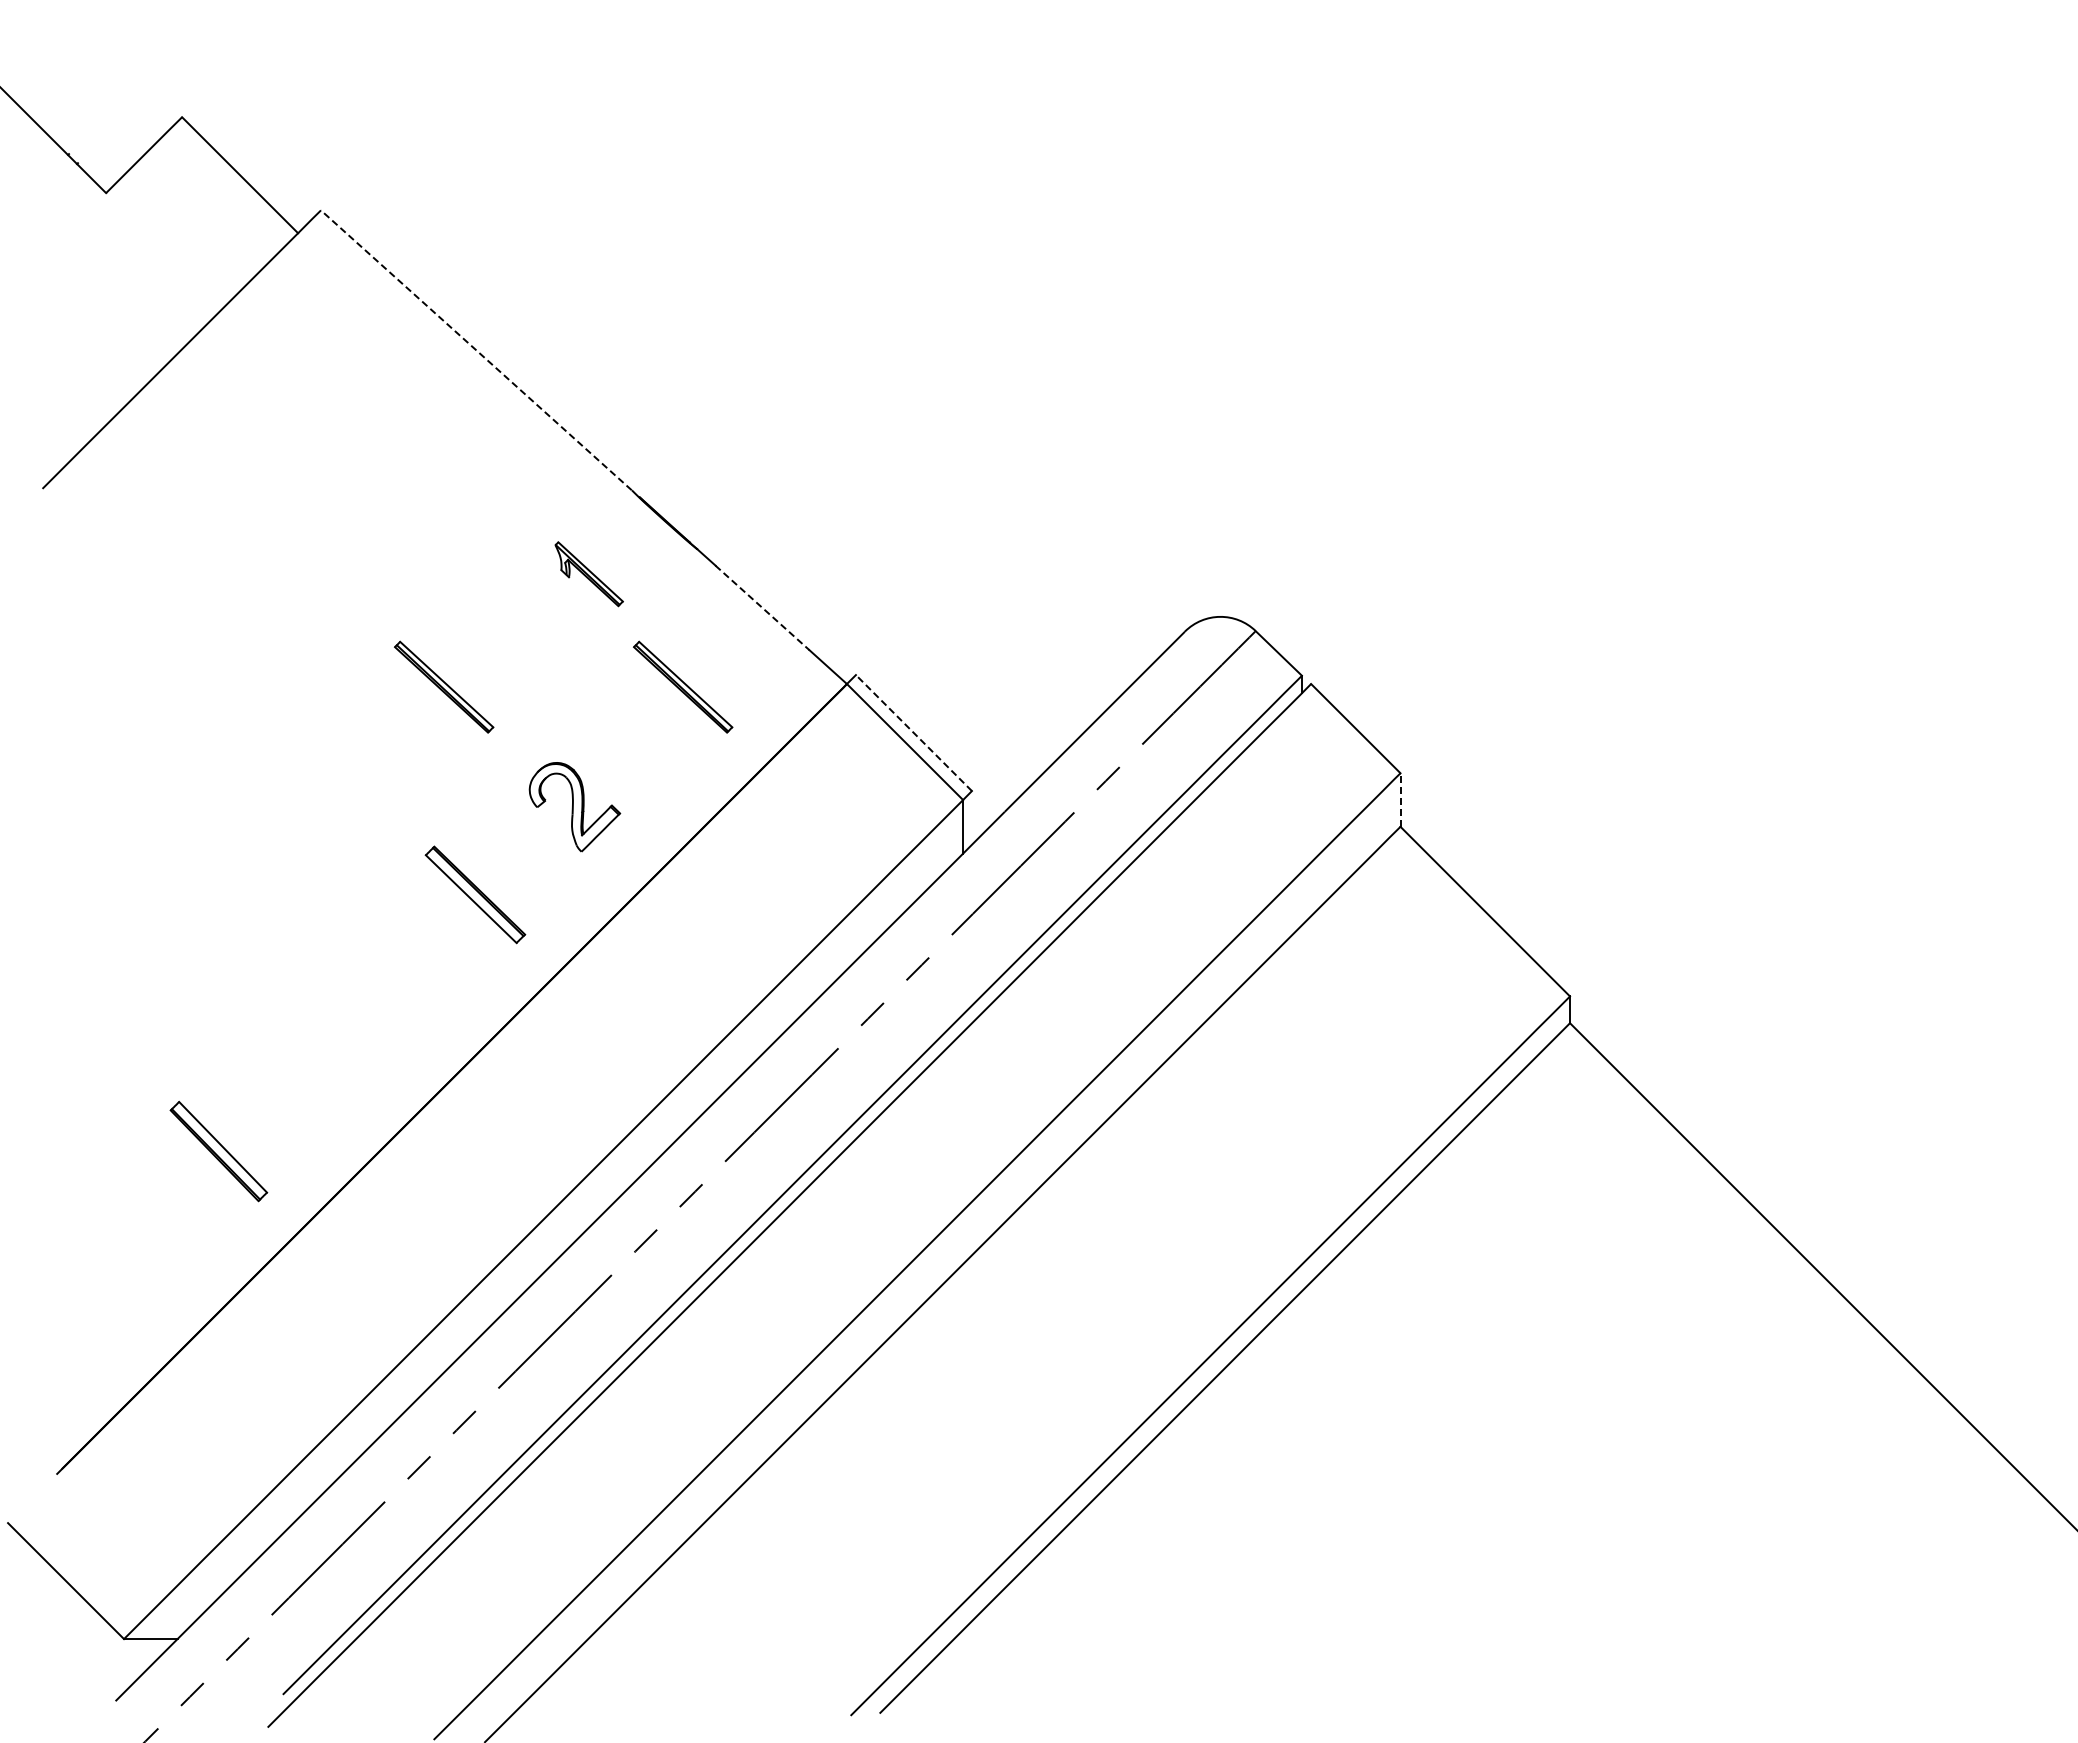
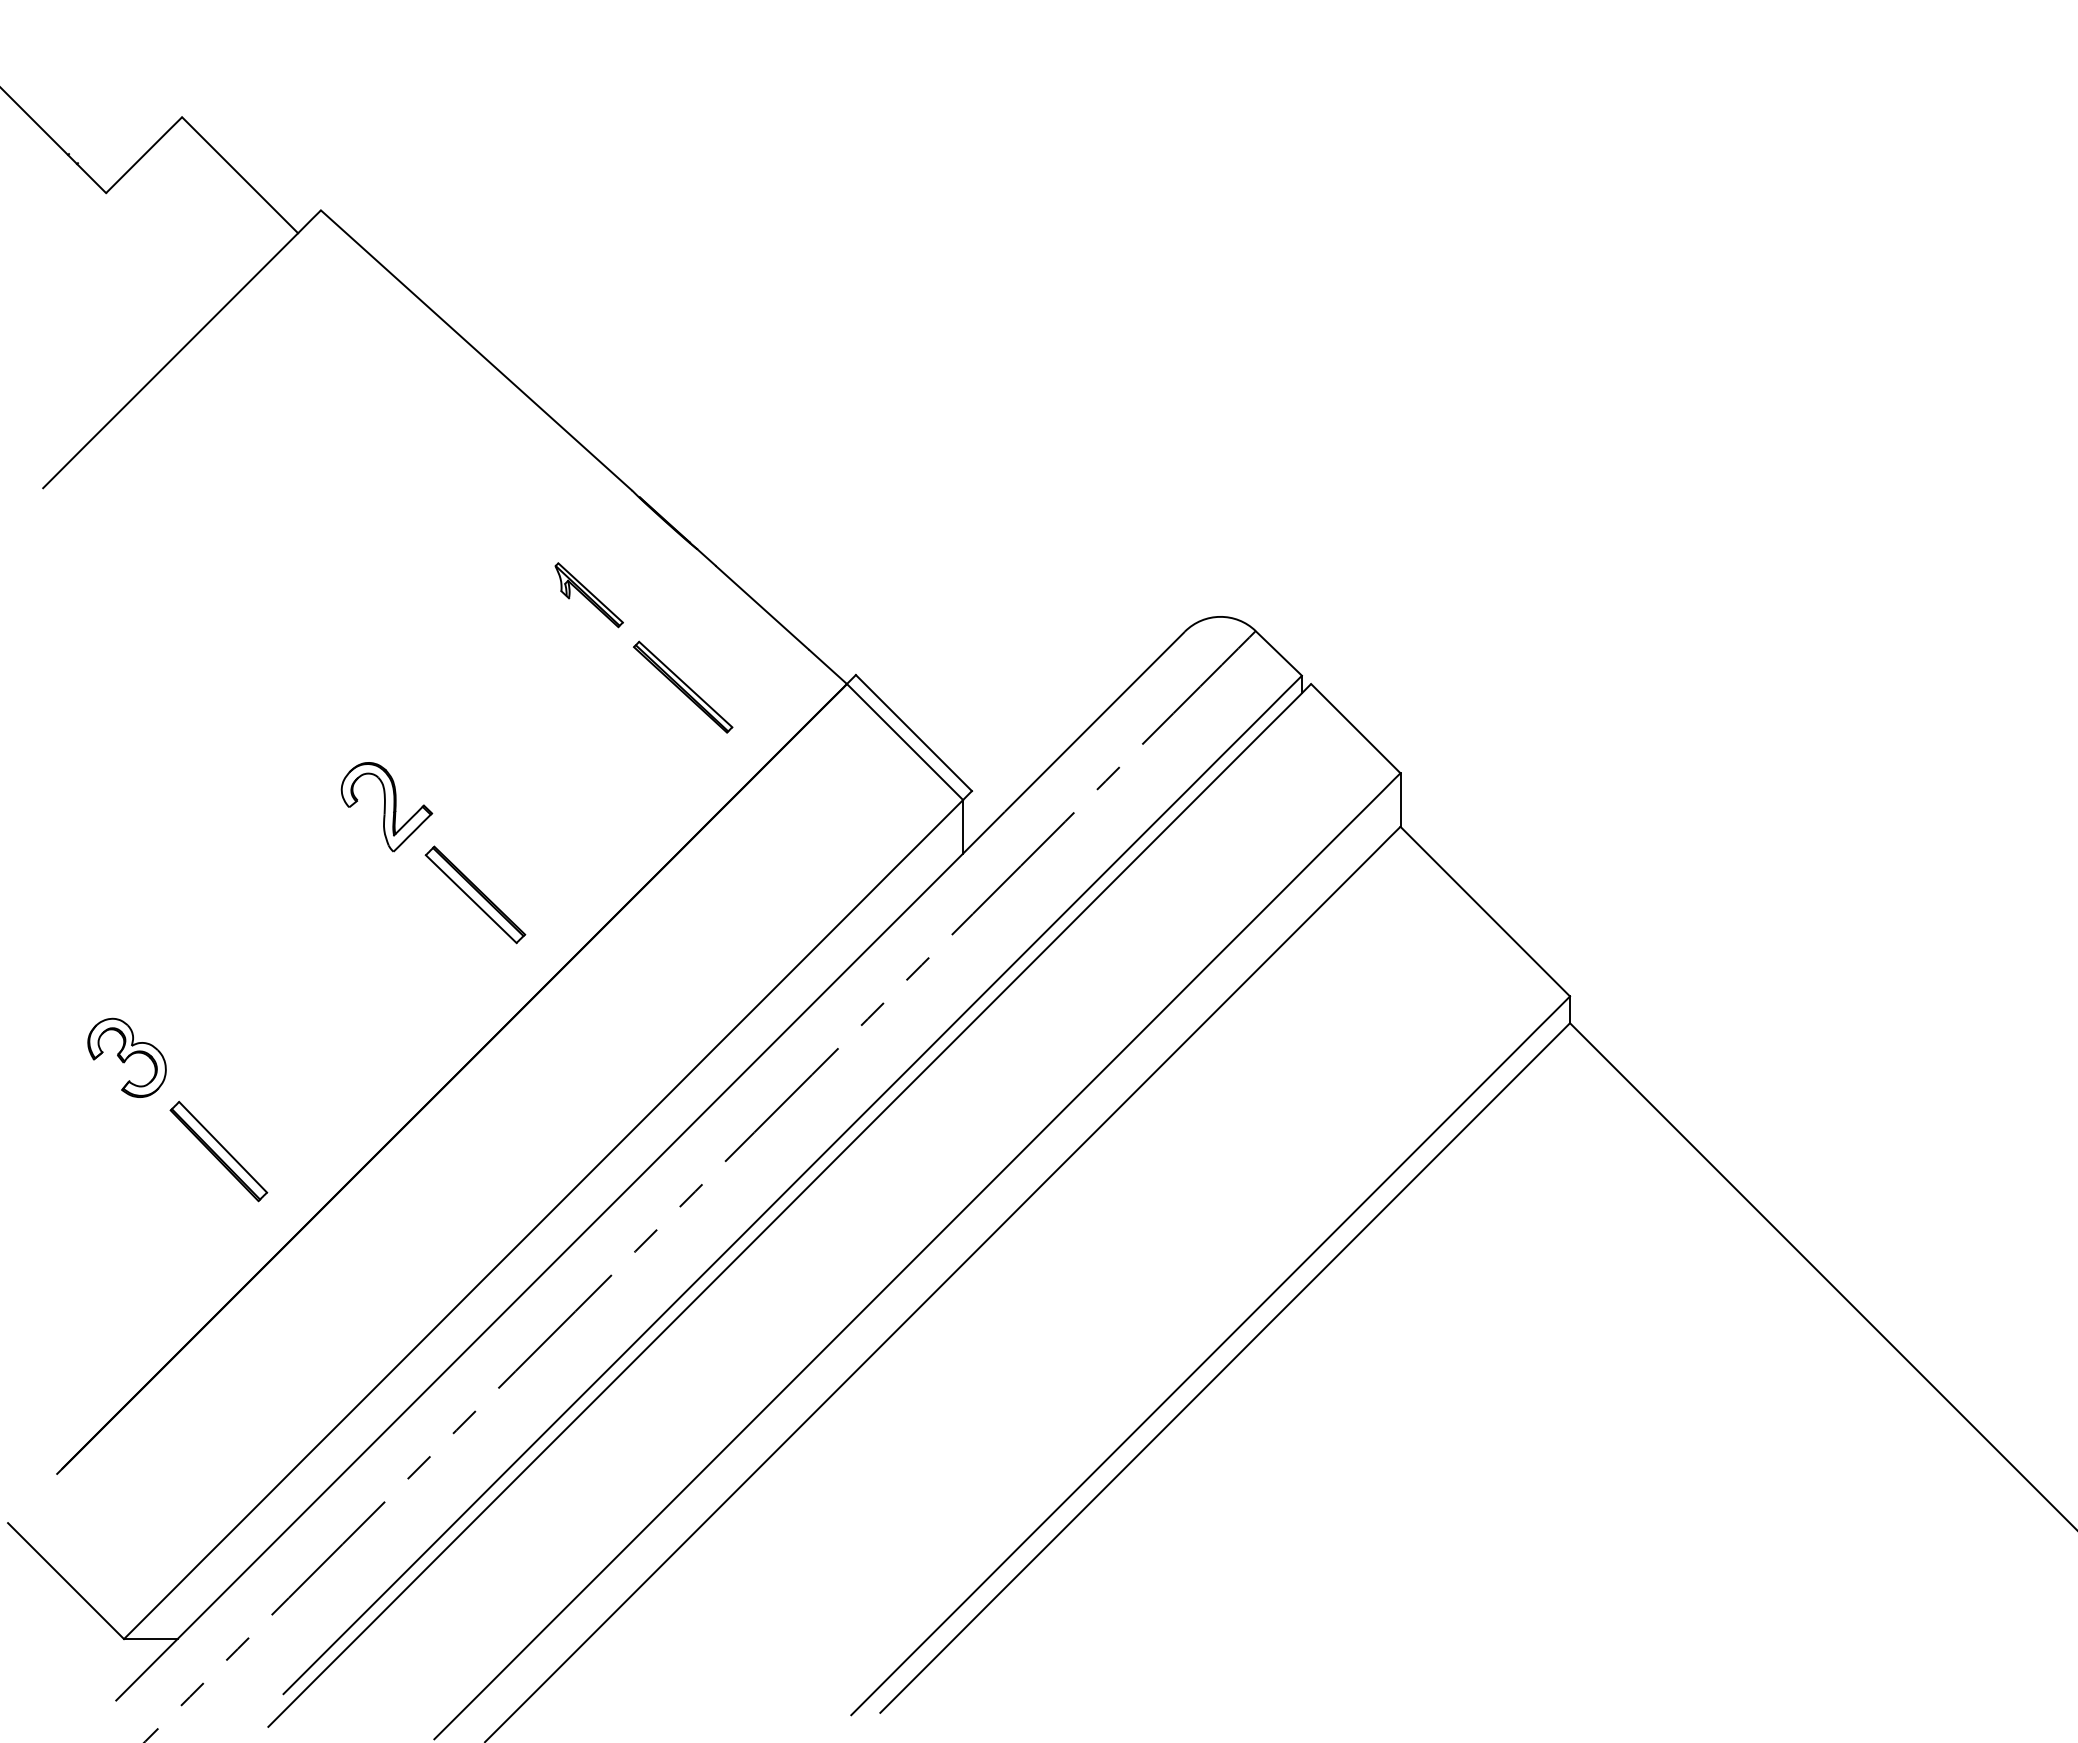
line at (475, 349): dashed -> solid
part at (588, 574) position: (588, 574) -> (588, 595)
line at (762, 608): dashed -> solid
part at (444, 686): present -> none
line at (913, 732): dashed -> solid
line at (1400, 800): dashed -> solid
part at (574, 807) position: (574, 807) -> (386, 807)
part at (126, 1057): none -> present
